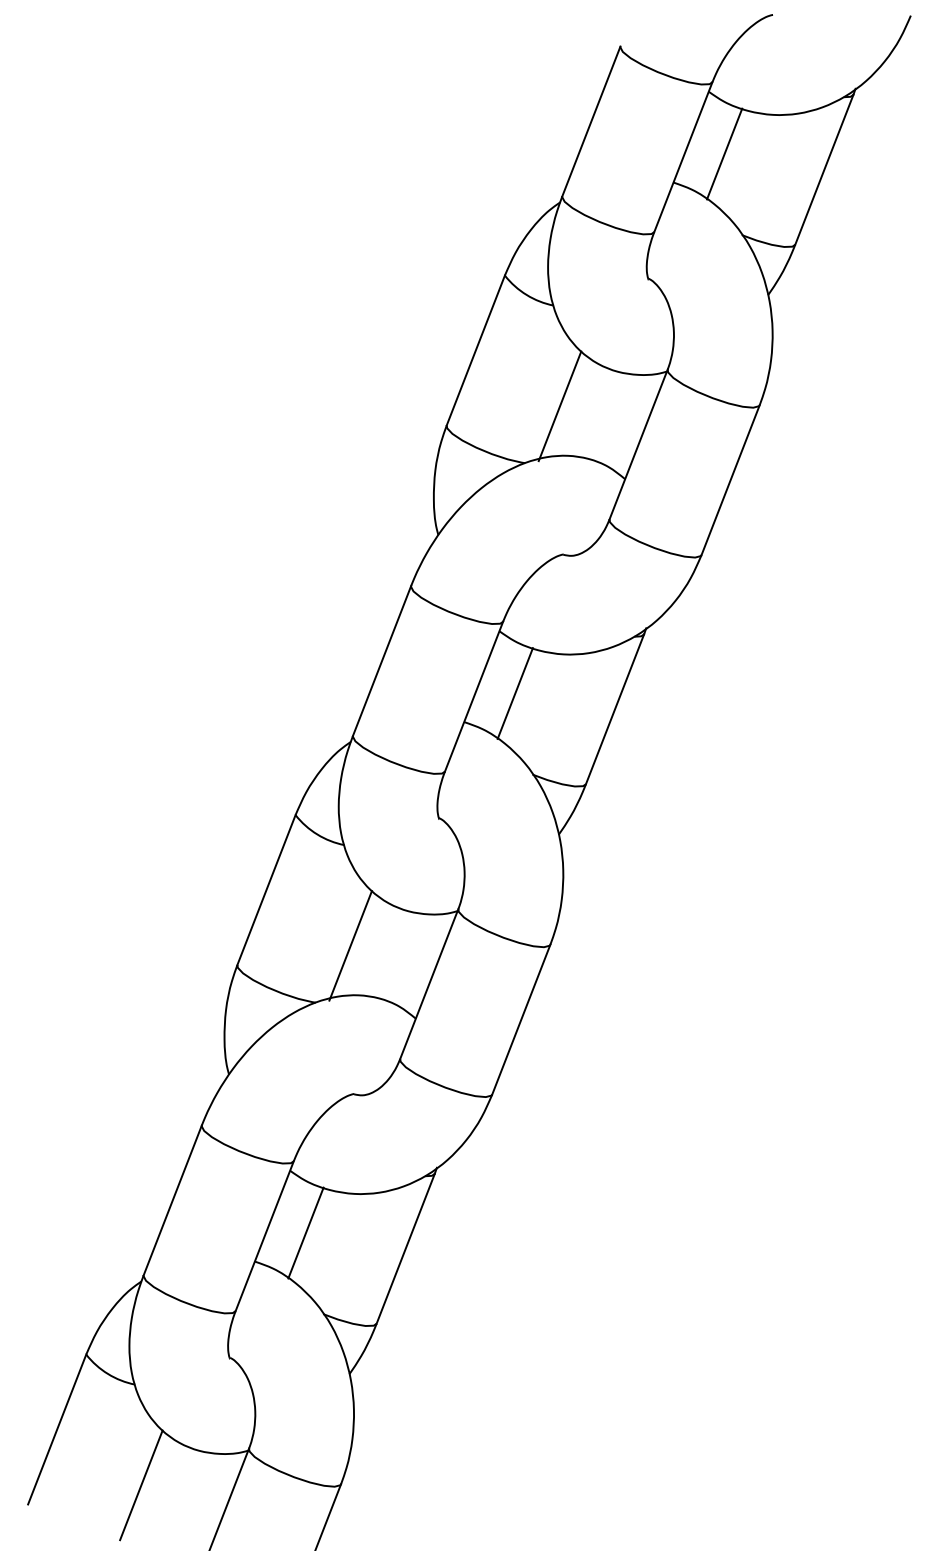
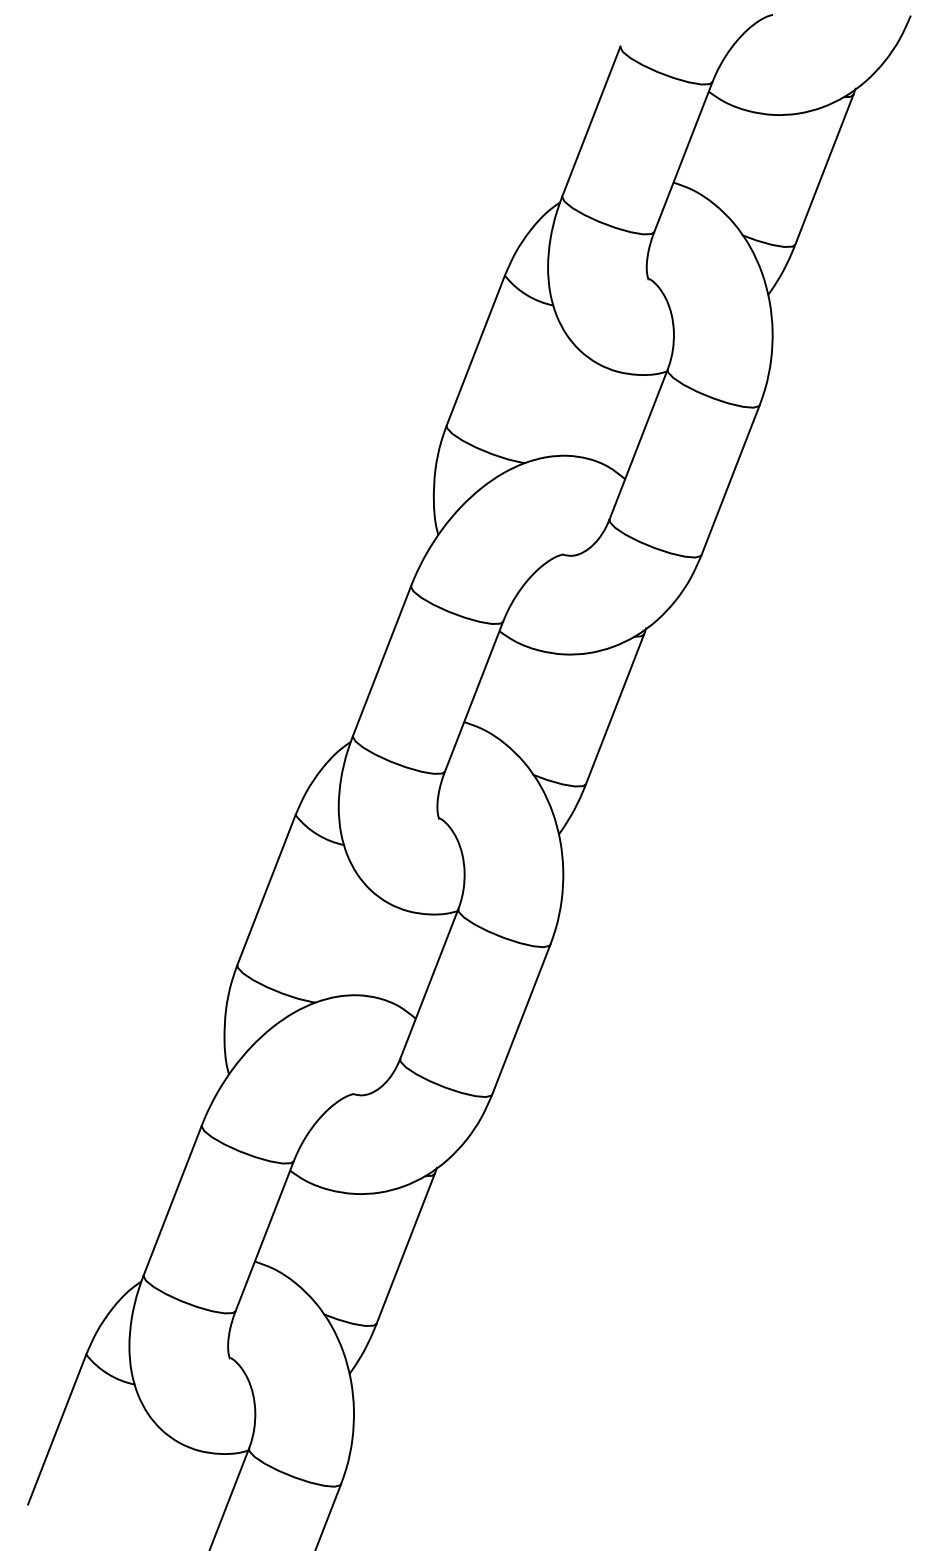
line at (724, 153): present -> none
line at (559, 406): present -> none
line at (514, 693): present -> none
line at (350, 945): present -> none
line at (305, 1232): present -> none
line at (141, 1485): present -> none
